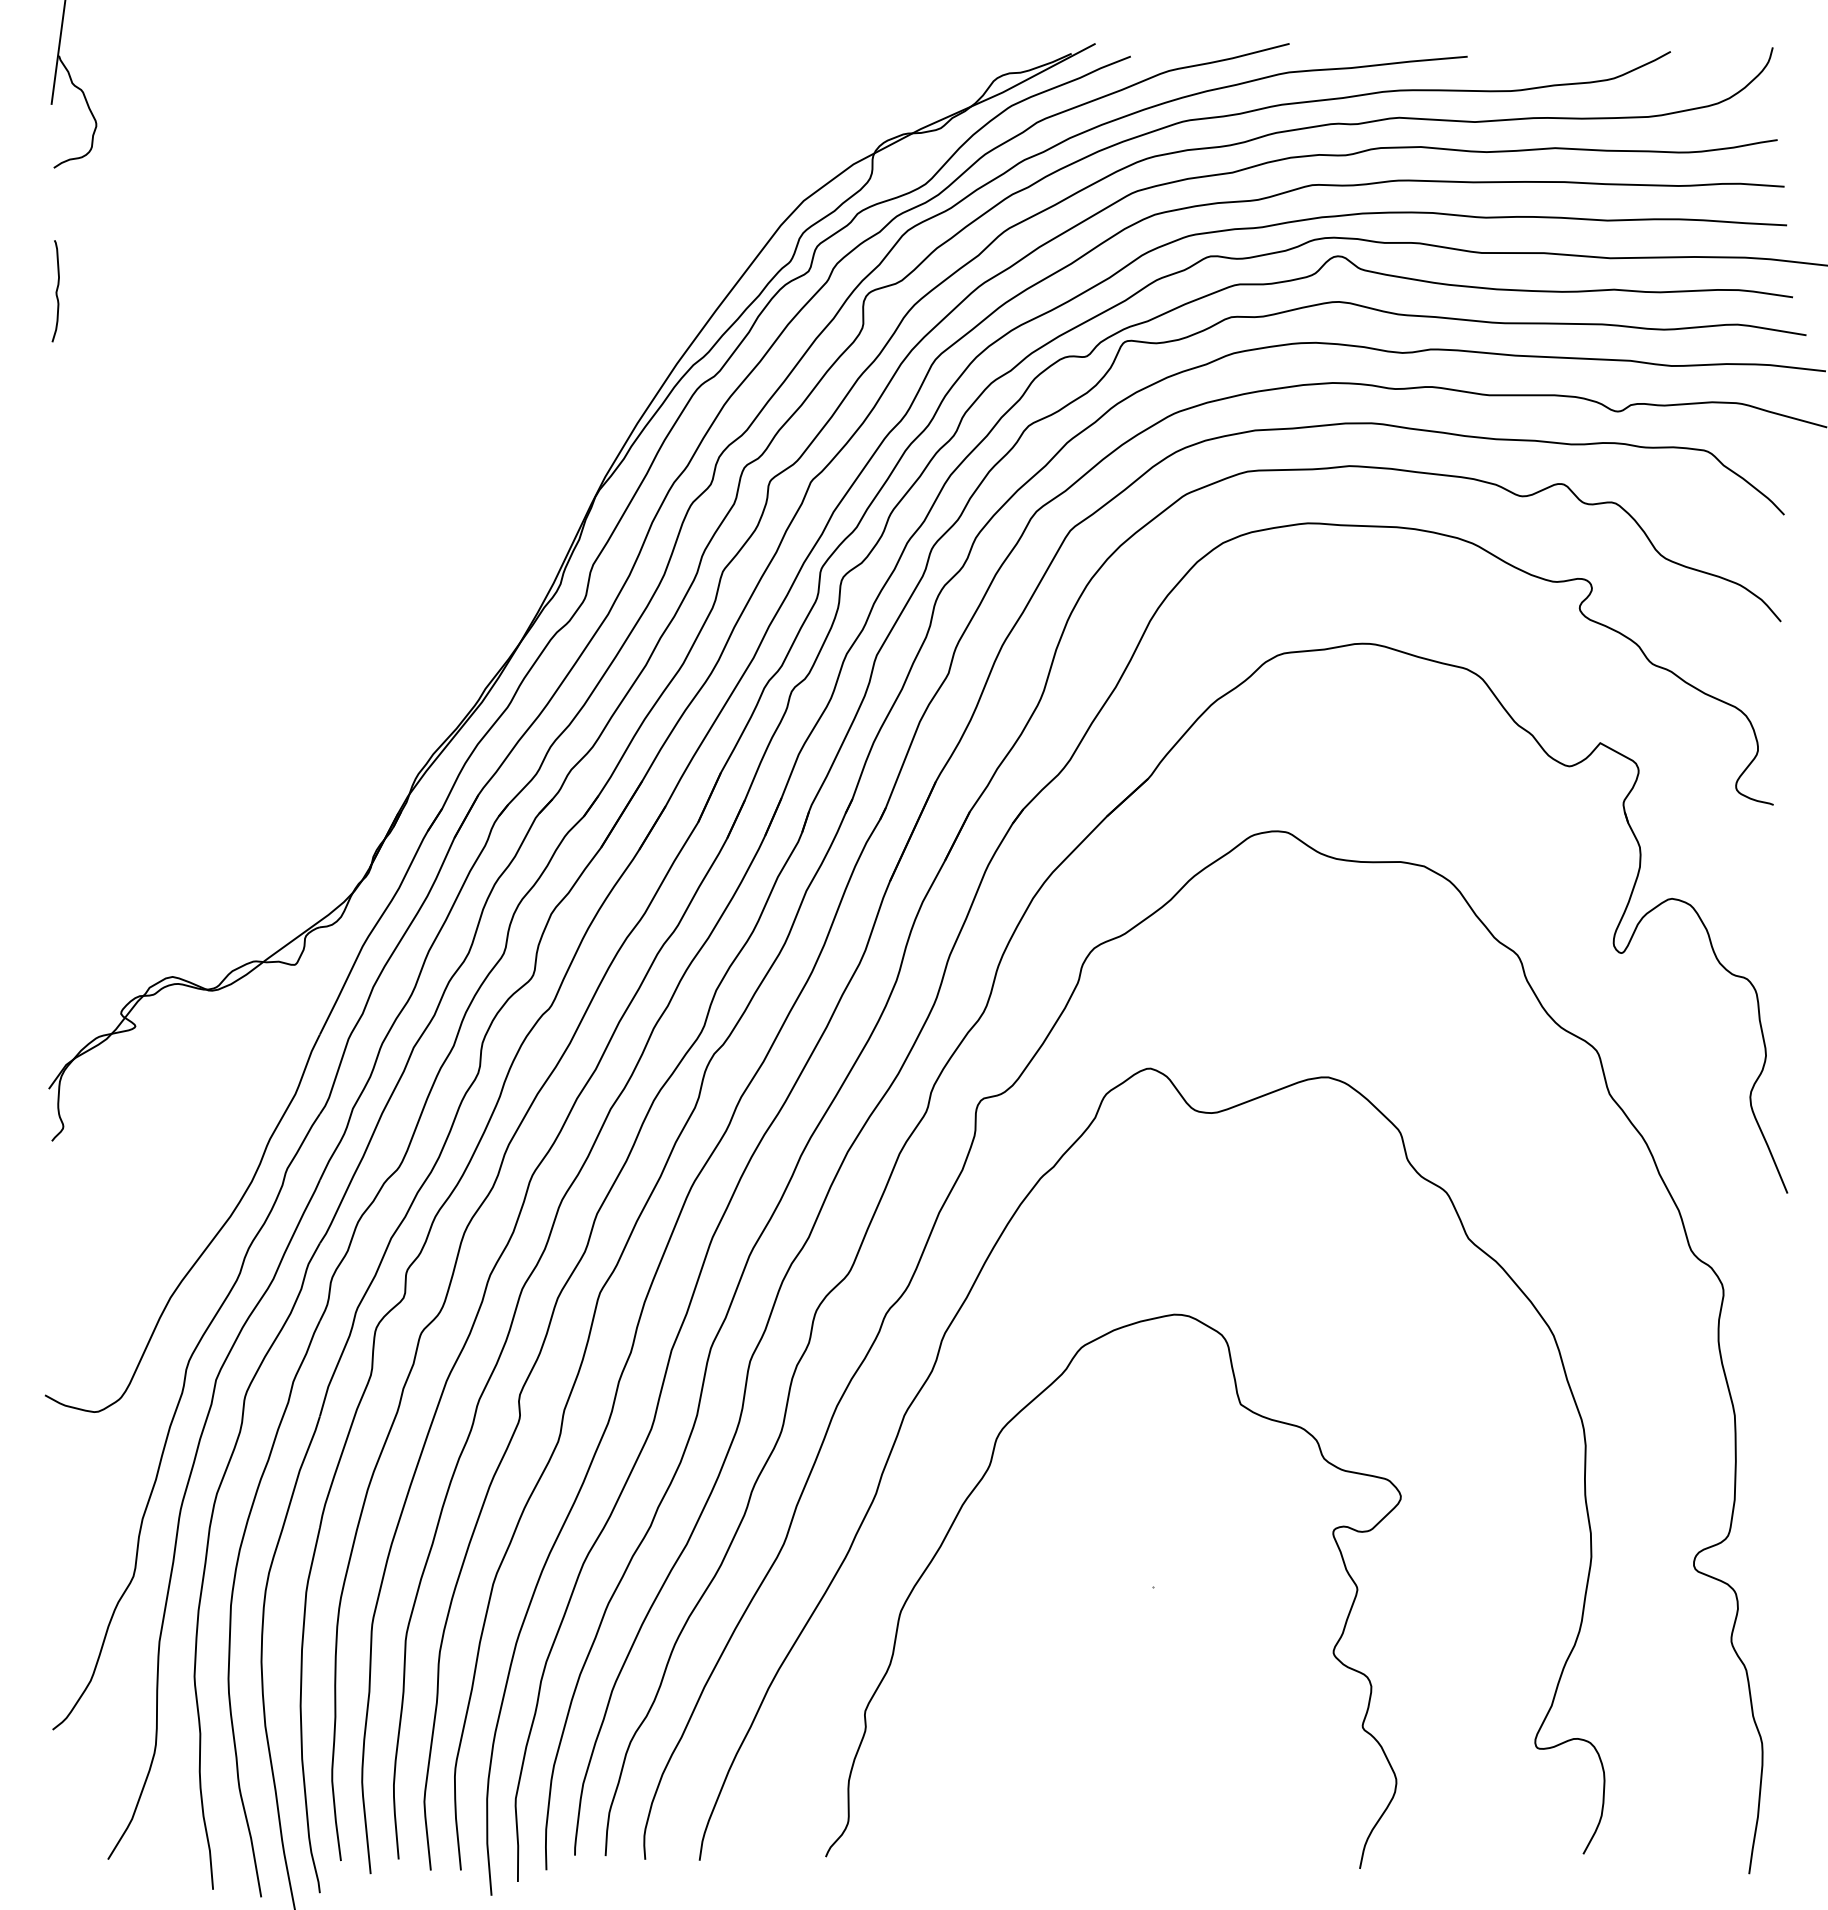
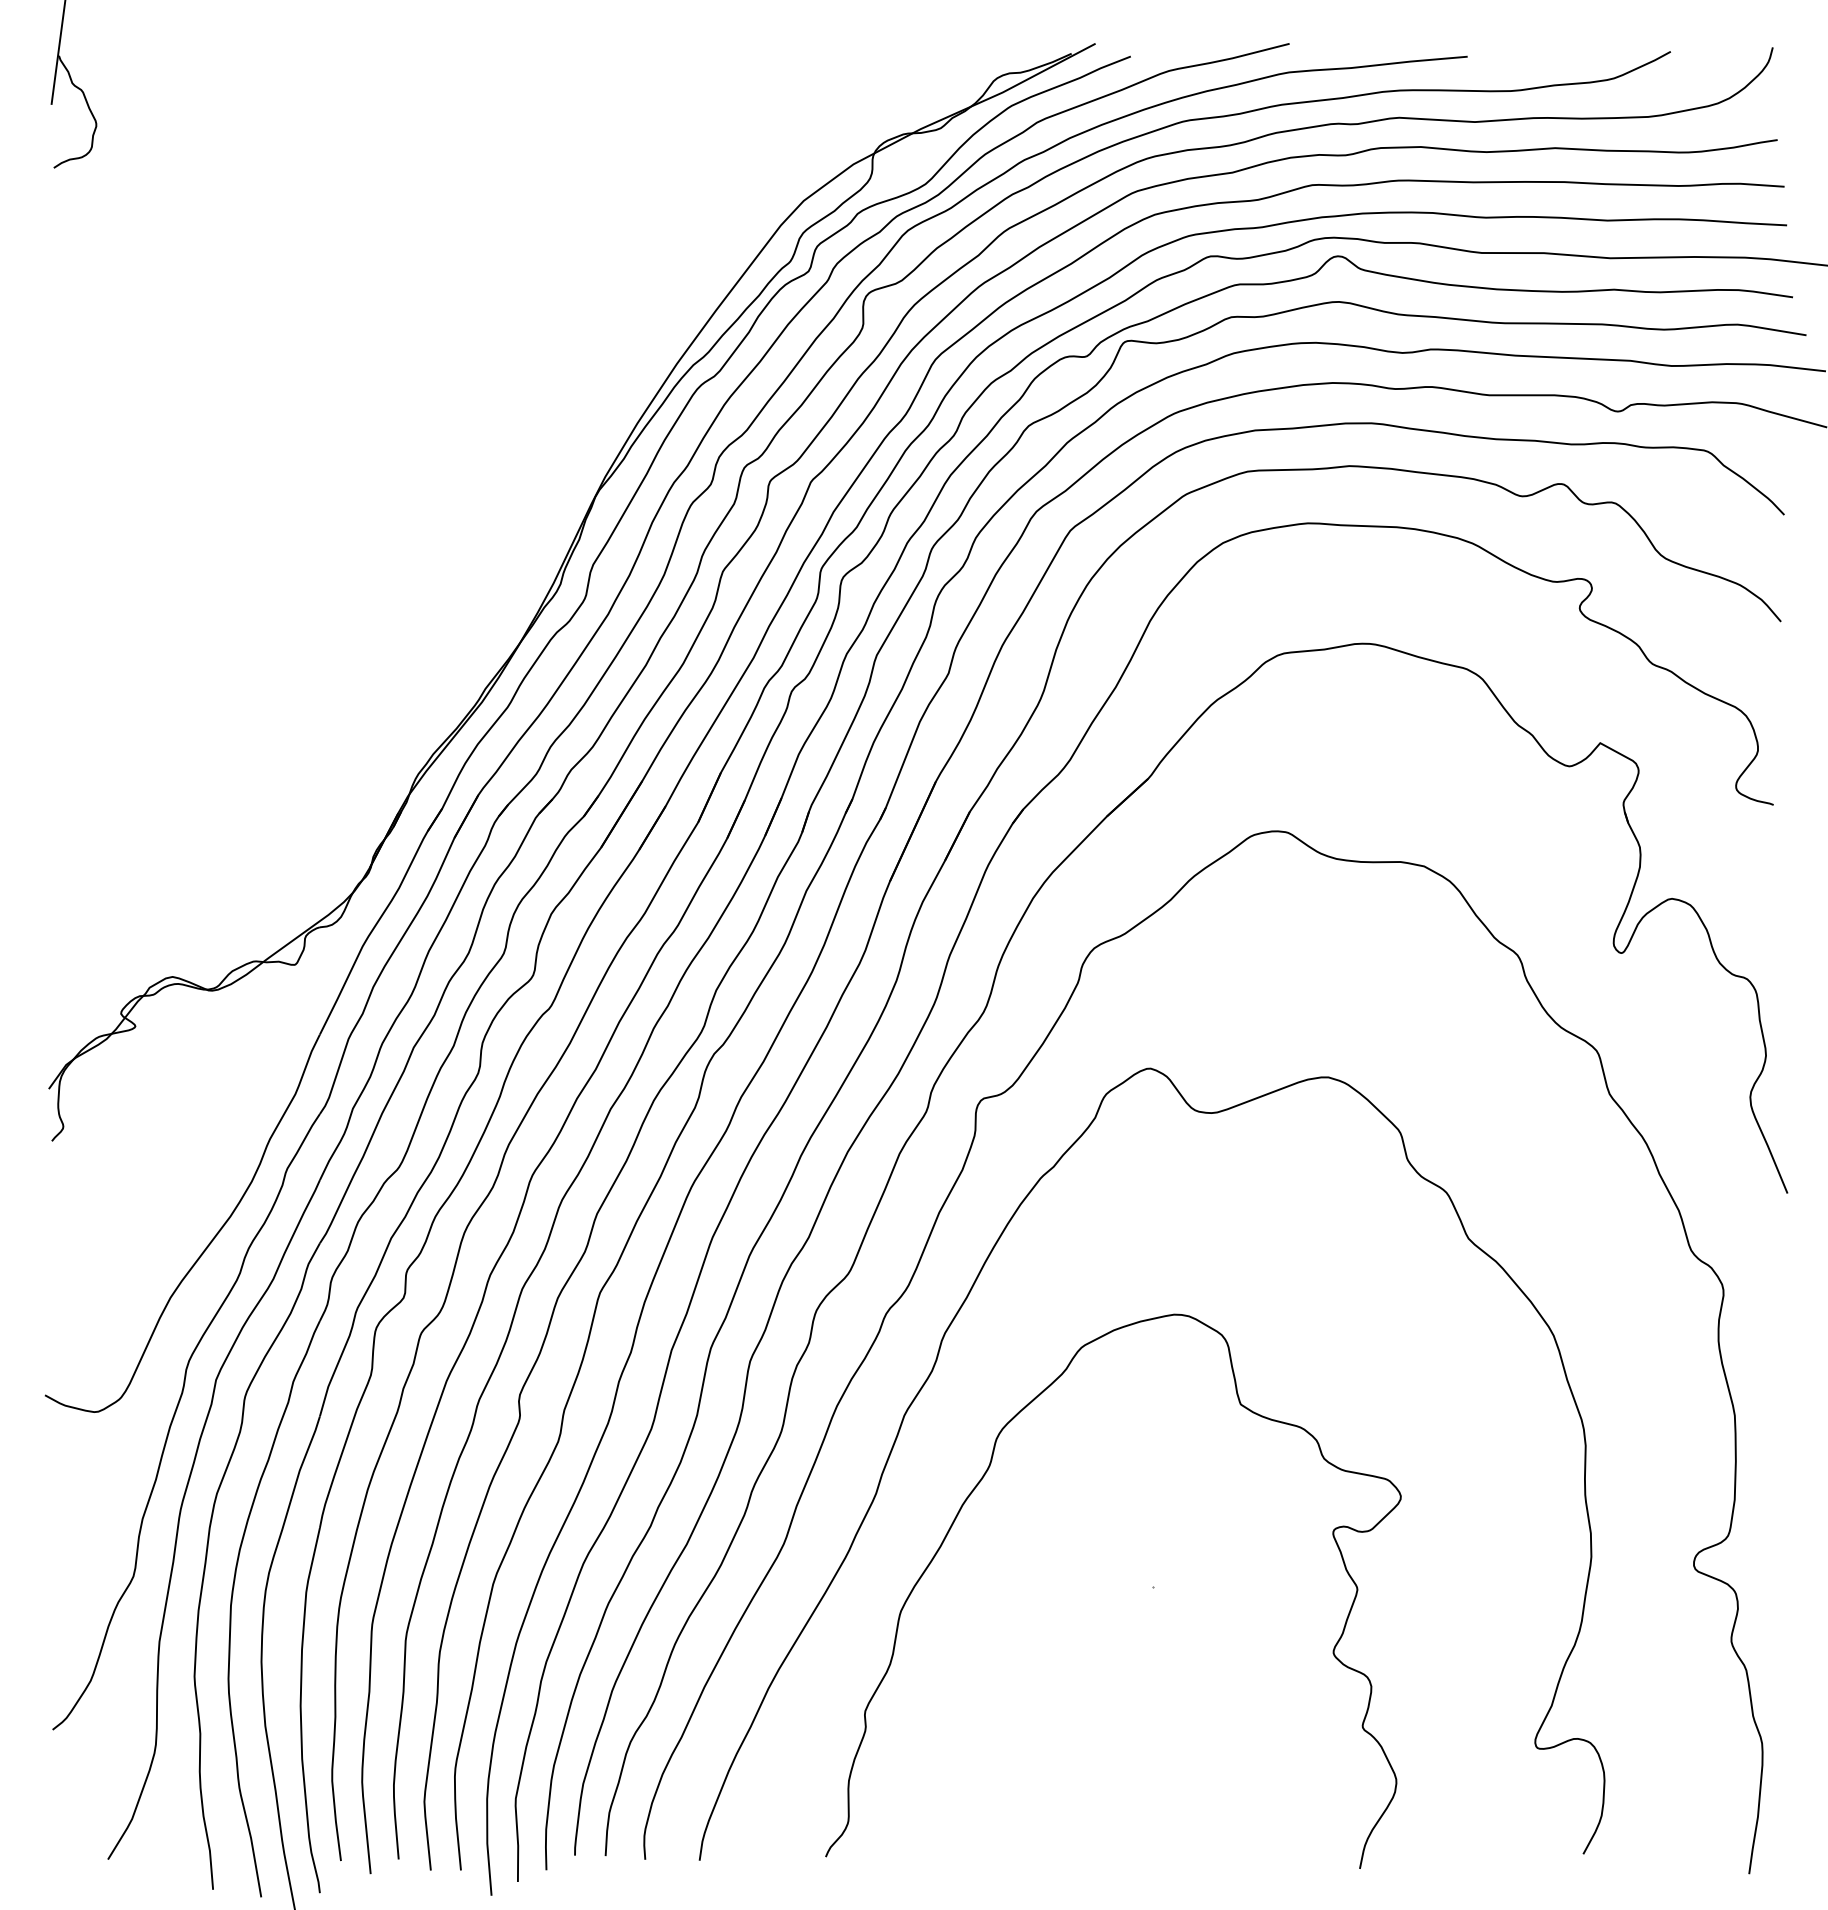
curve at (55, 291): present -> none
